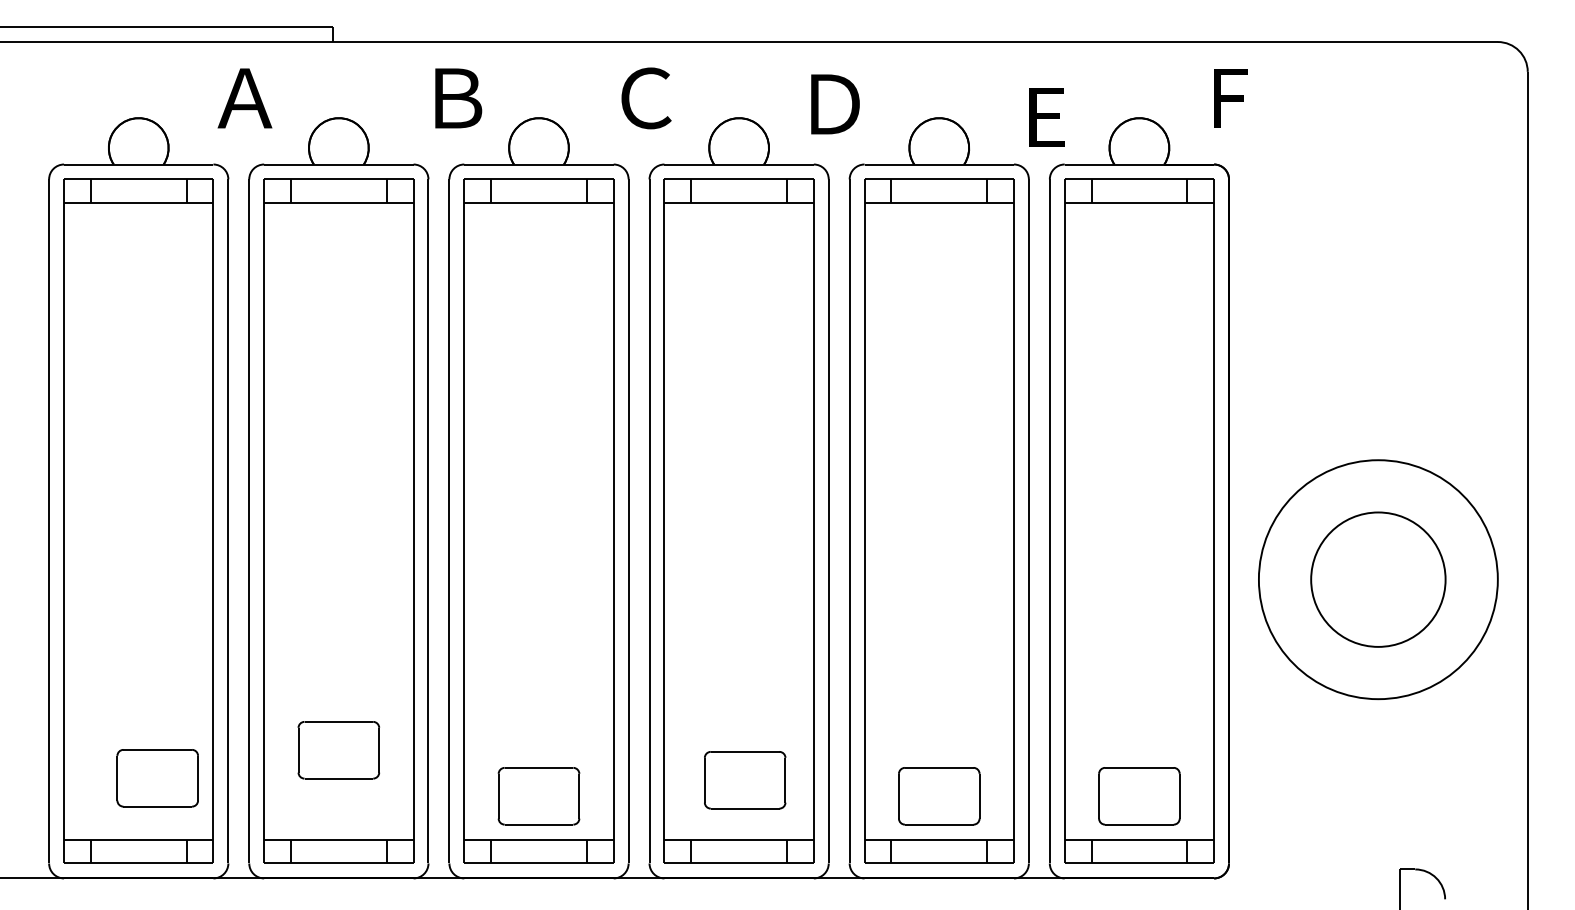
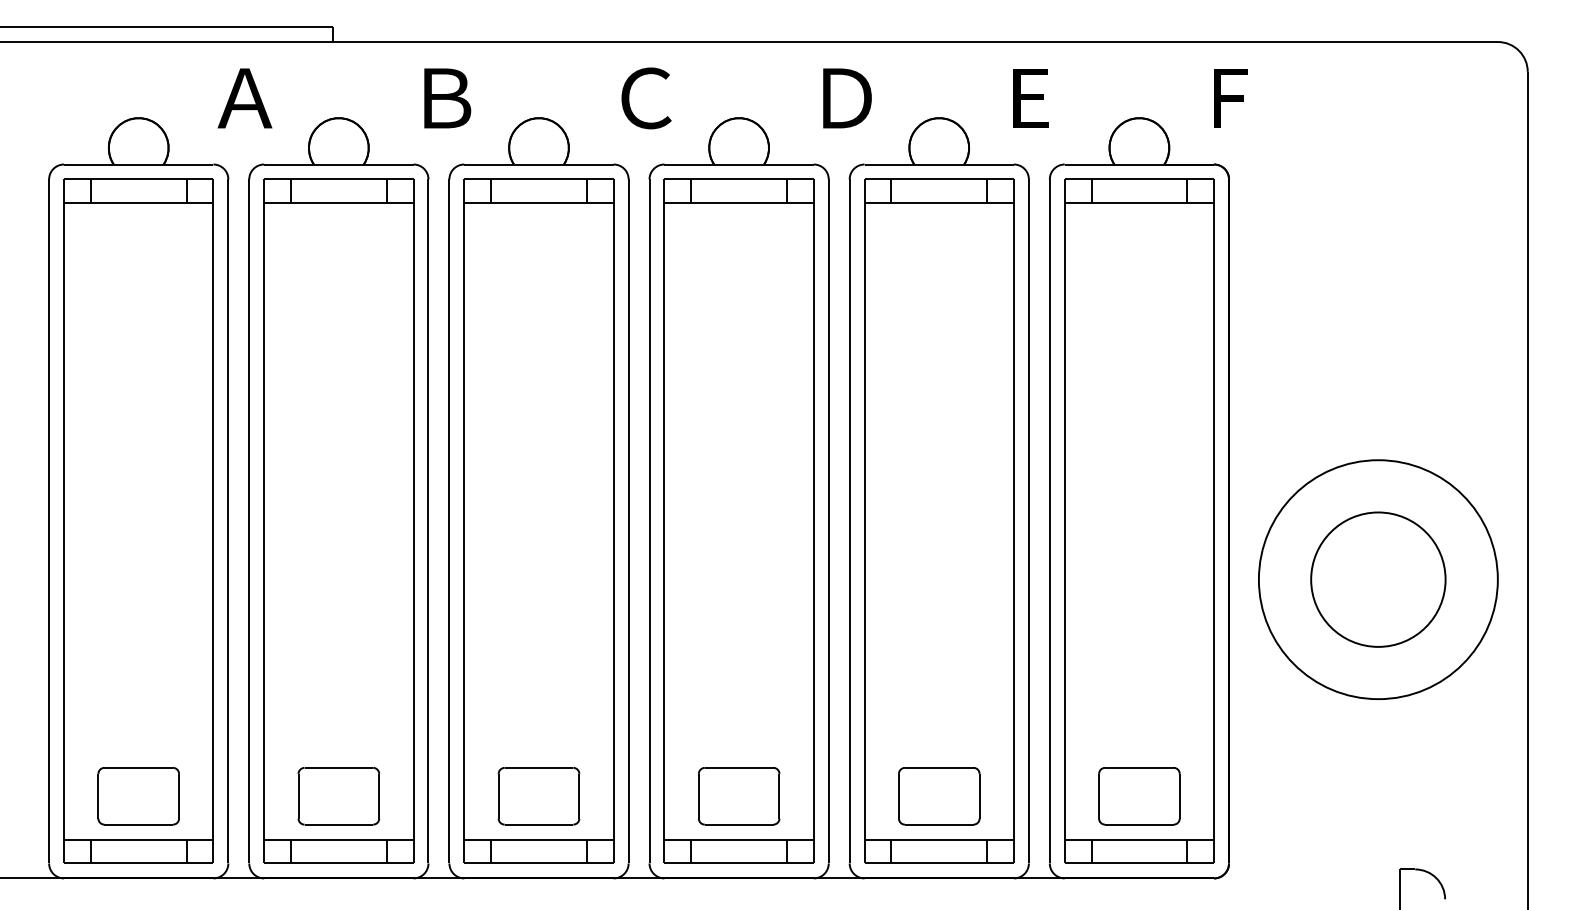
text at (458, 98) position: (458, 98) -> (447, 98)
text at (835, 104) position: (835, 104) -> (847, 98)
text at (1046, 117) position: (1046, 117) -> (1030, 98)
part at (338, 750) position: (338, 750) -> (338, 796)
part at (157, 778) position: (157, 778) -> (138, 796)
part at (745, 780) position: (745, 780) -> (739, 796)
